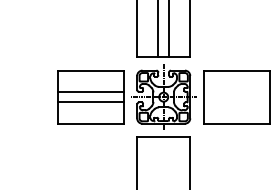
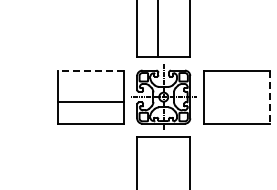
line at (169, 29): present -> none
line at (90, 70): solid -> dashed
line at (90, 91): present -> none
line at (269, 97): solid -> dashed
